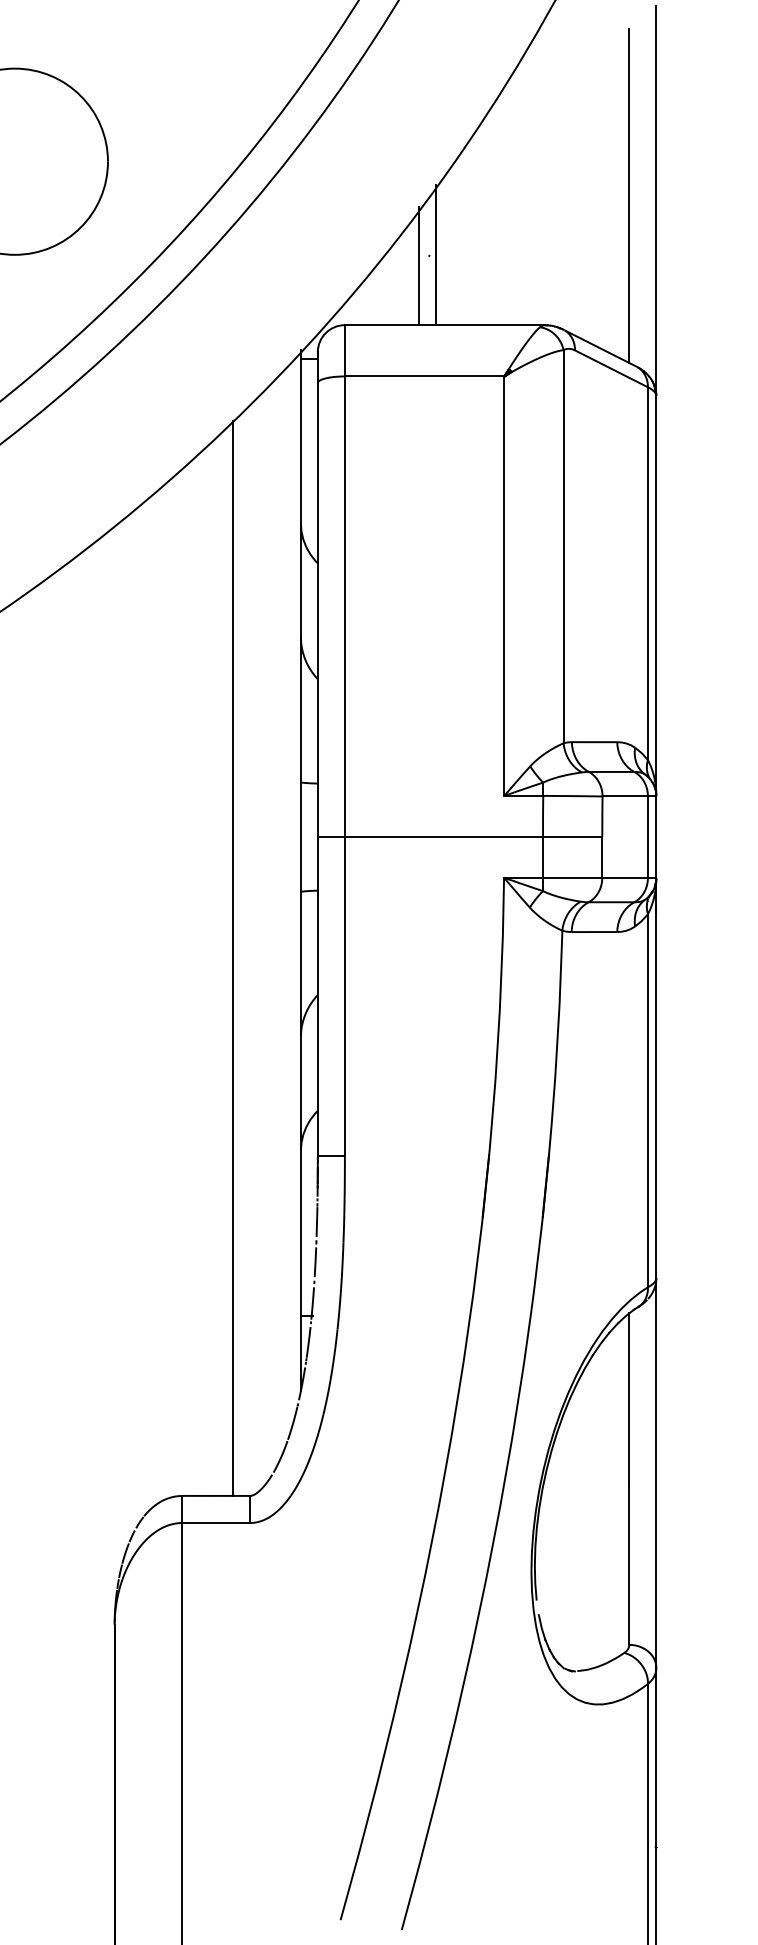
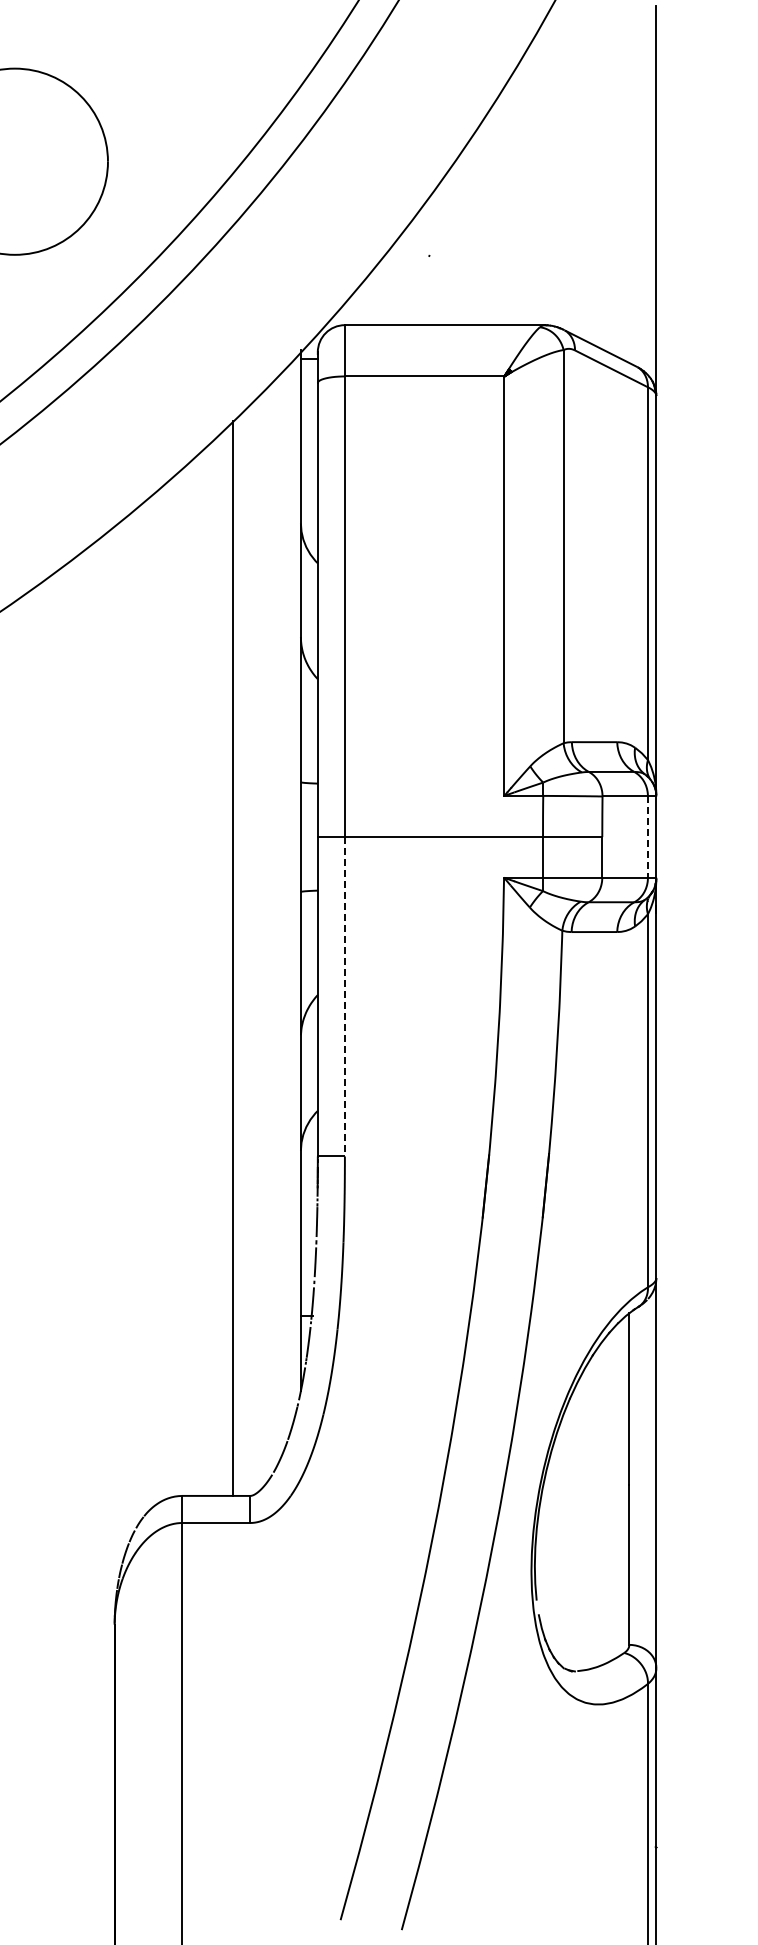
line at (629, 196): present -> none
line at (436, 254): present -> none
line at (419, 266): present -> none
line at (647, 837): solid -> dashed
line at (344, 996): solid -> dashed
